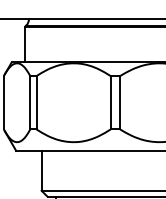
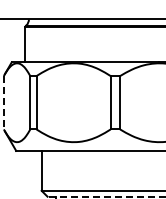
line at (3, 102): solid -> dashed
line at (106, 196): solid -> dashed
